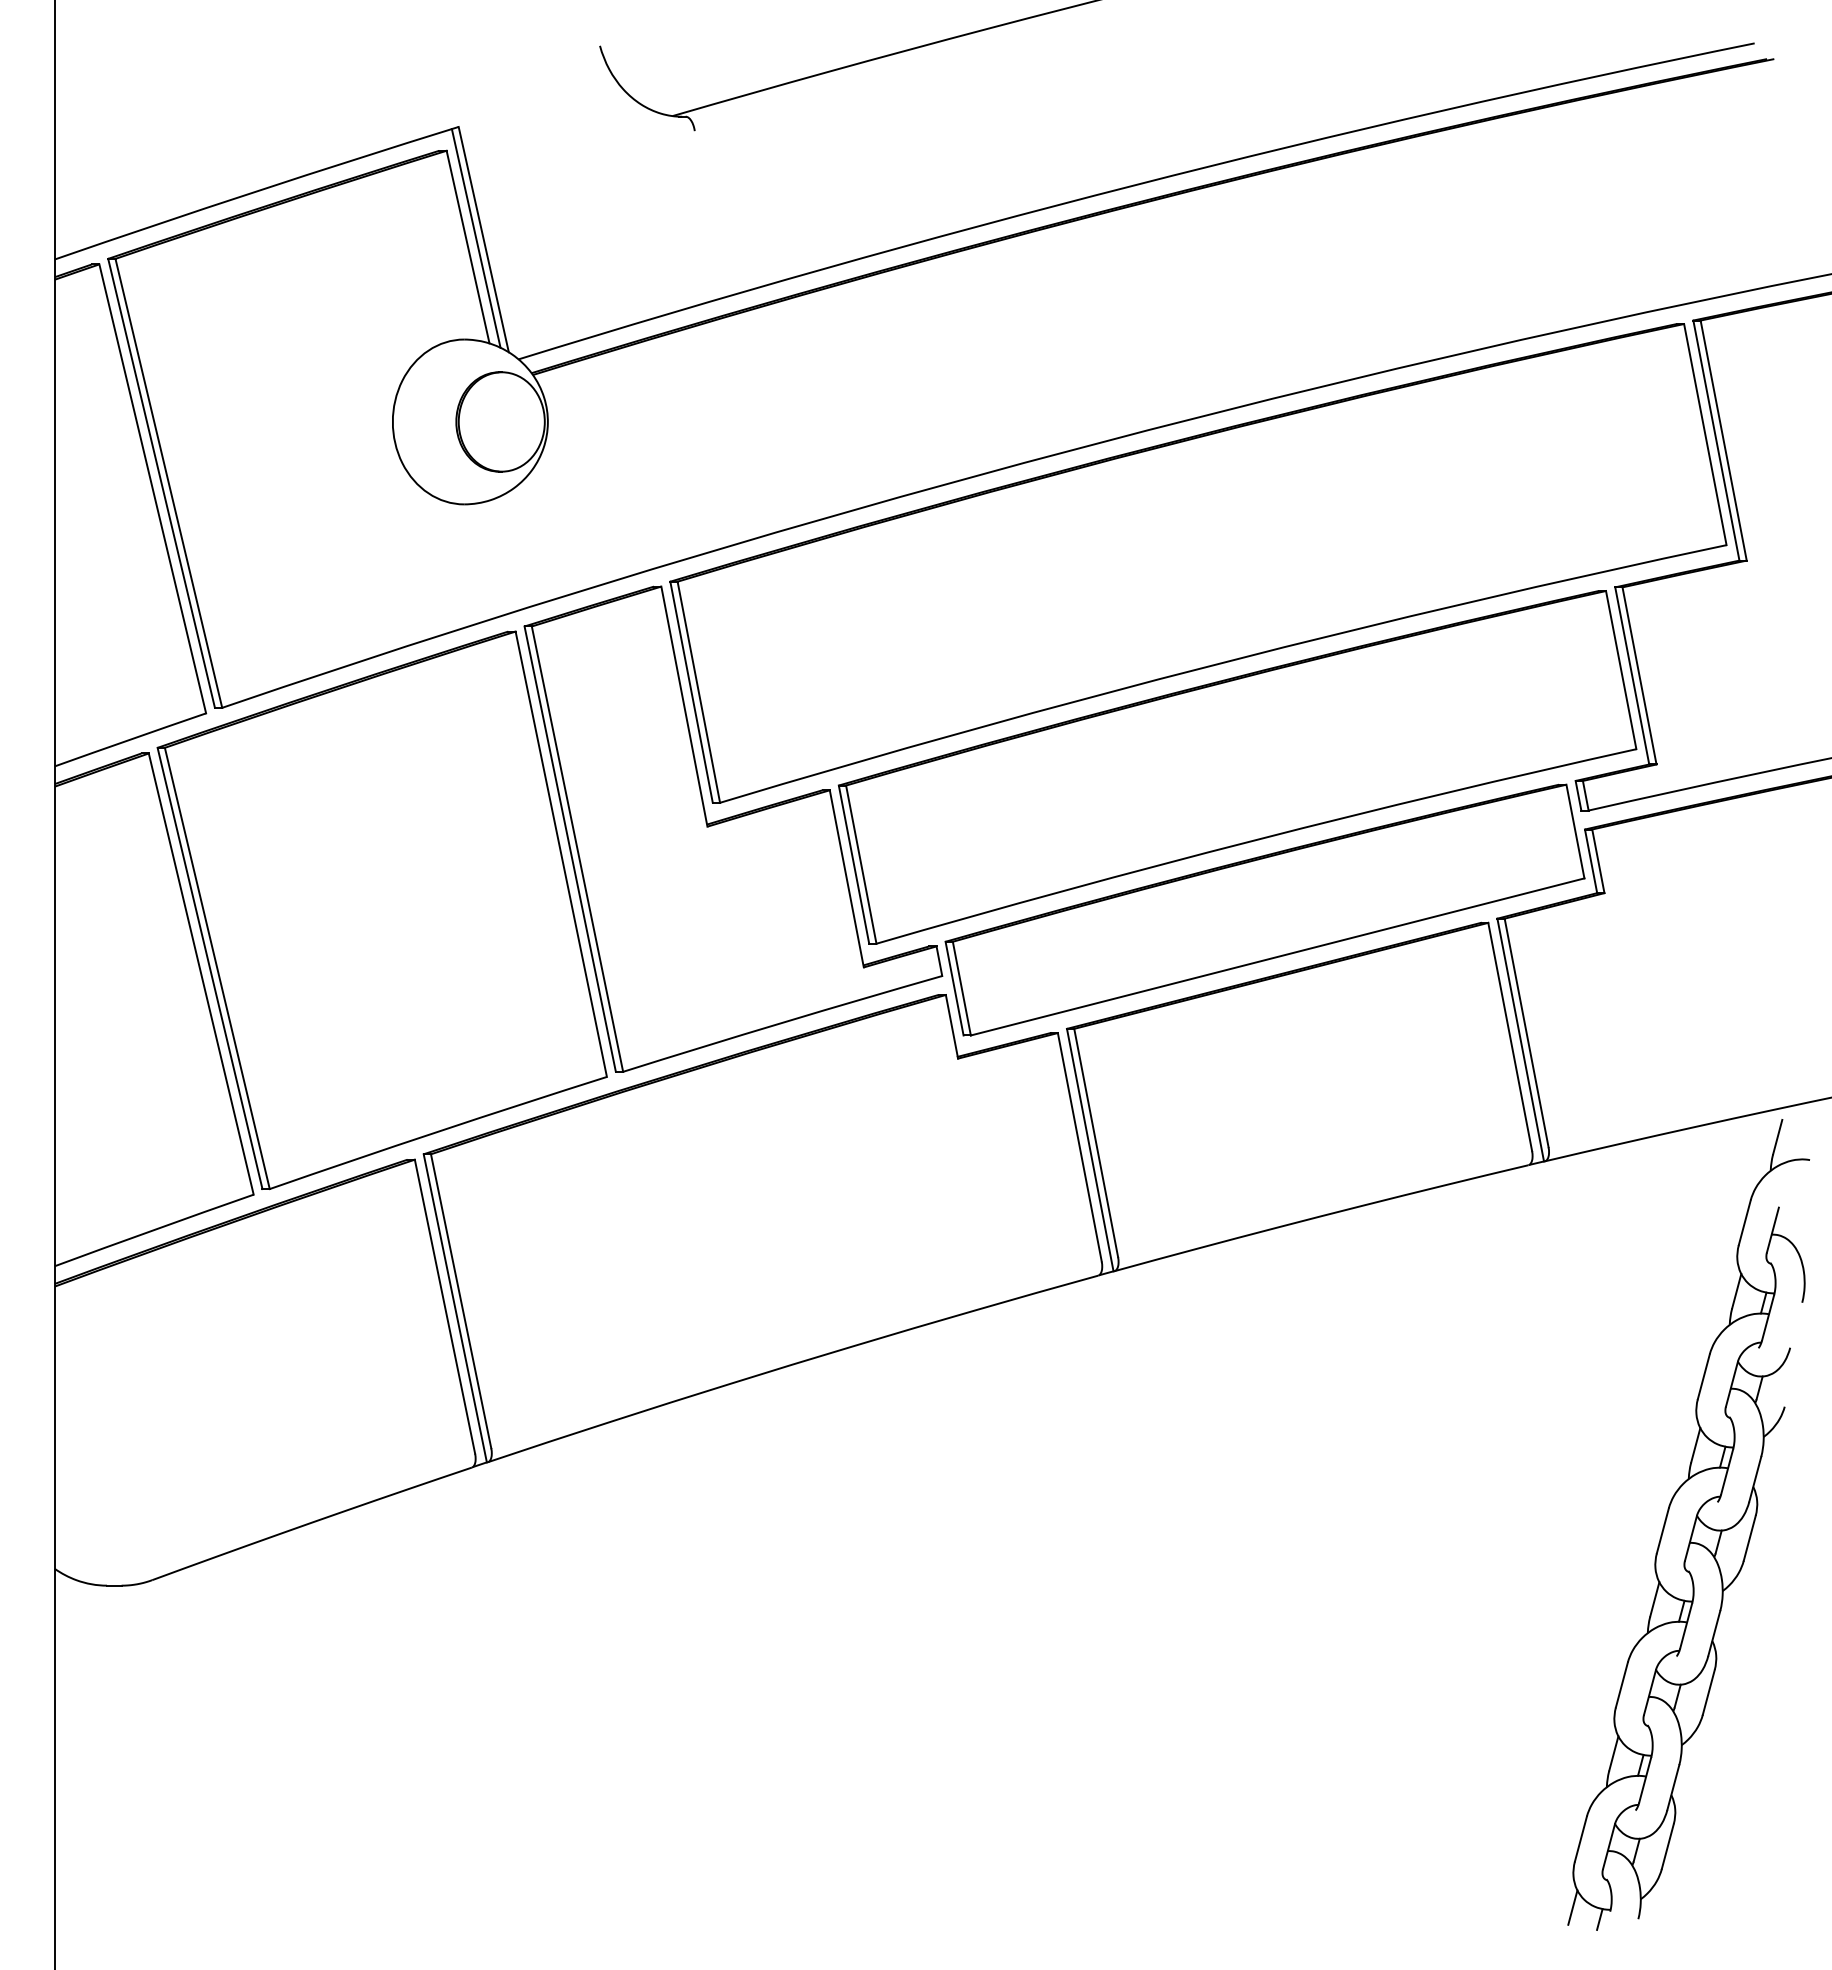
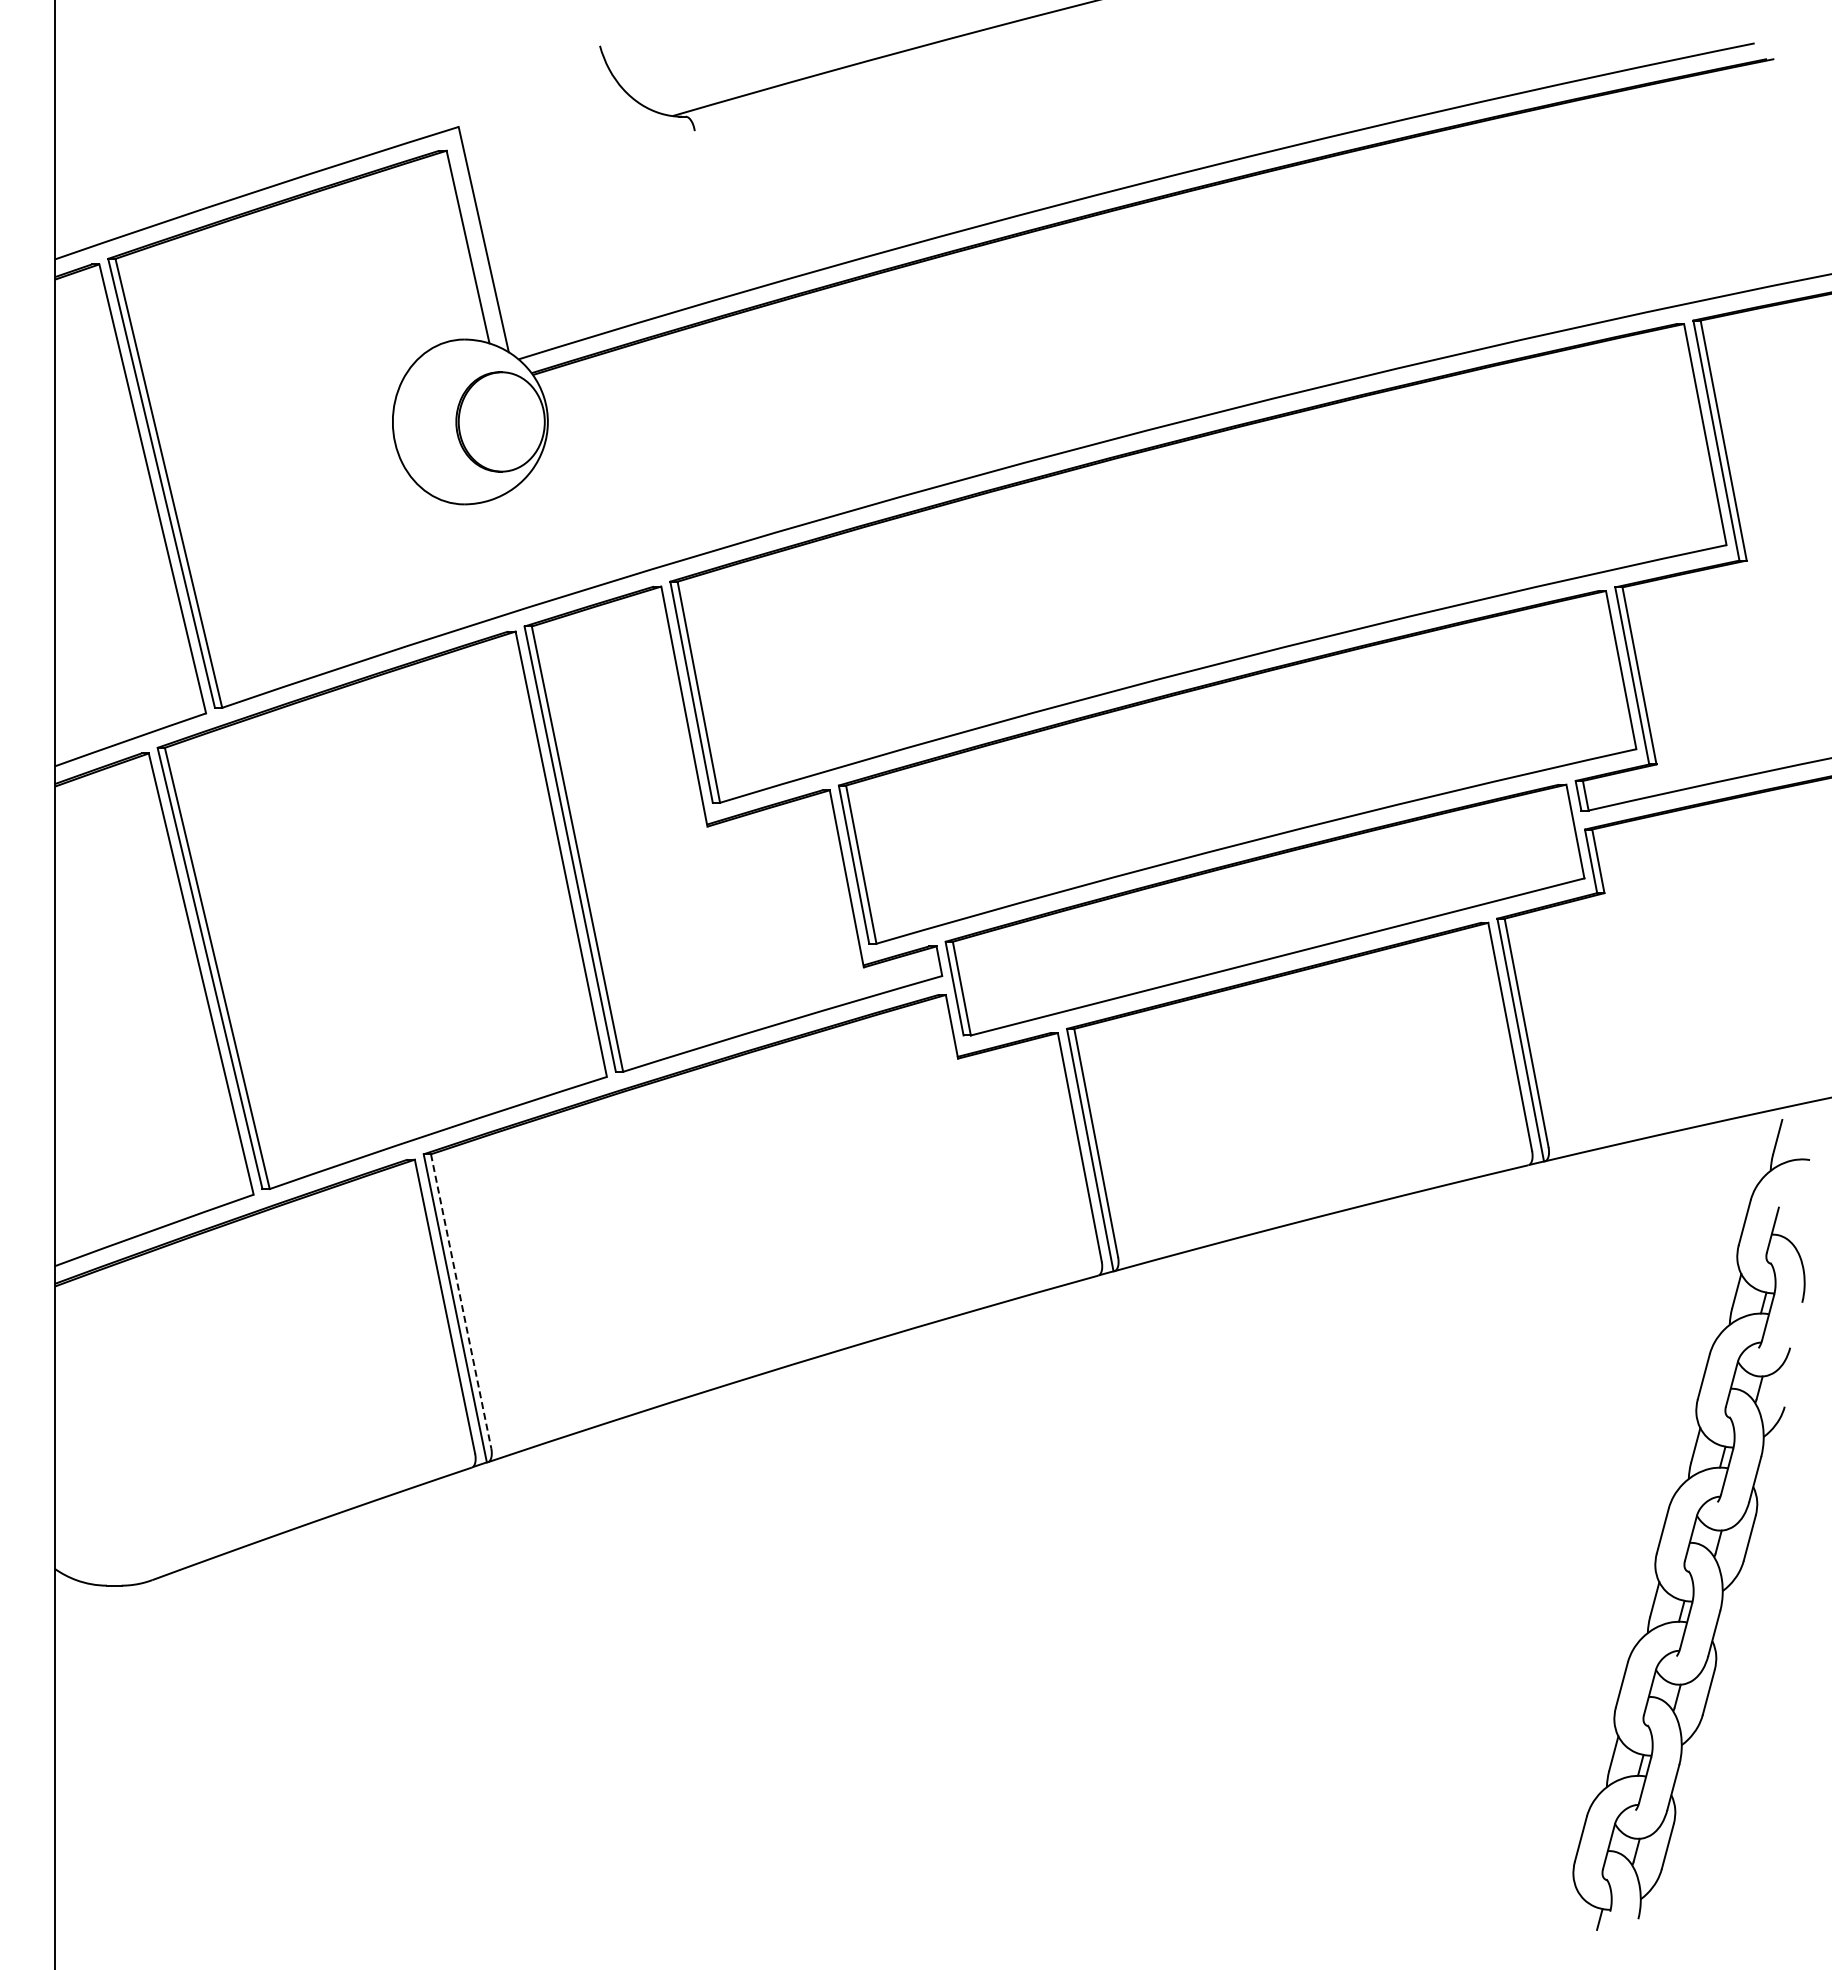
line at (475, 238): present -> none
line at (461, 1301): solid -> dashed
line at (1572, 1907): present -> none
